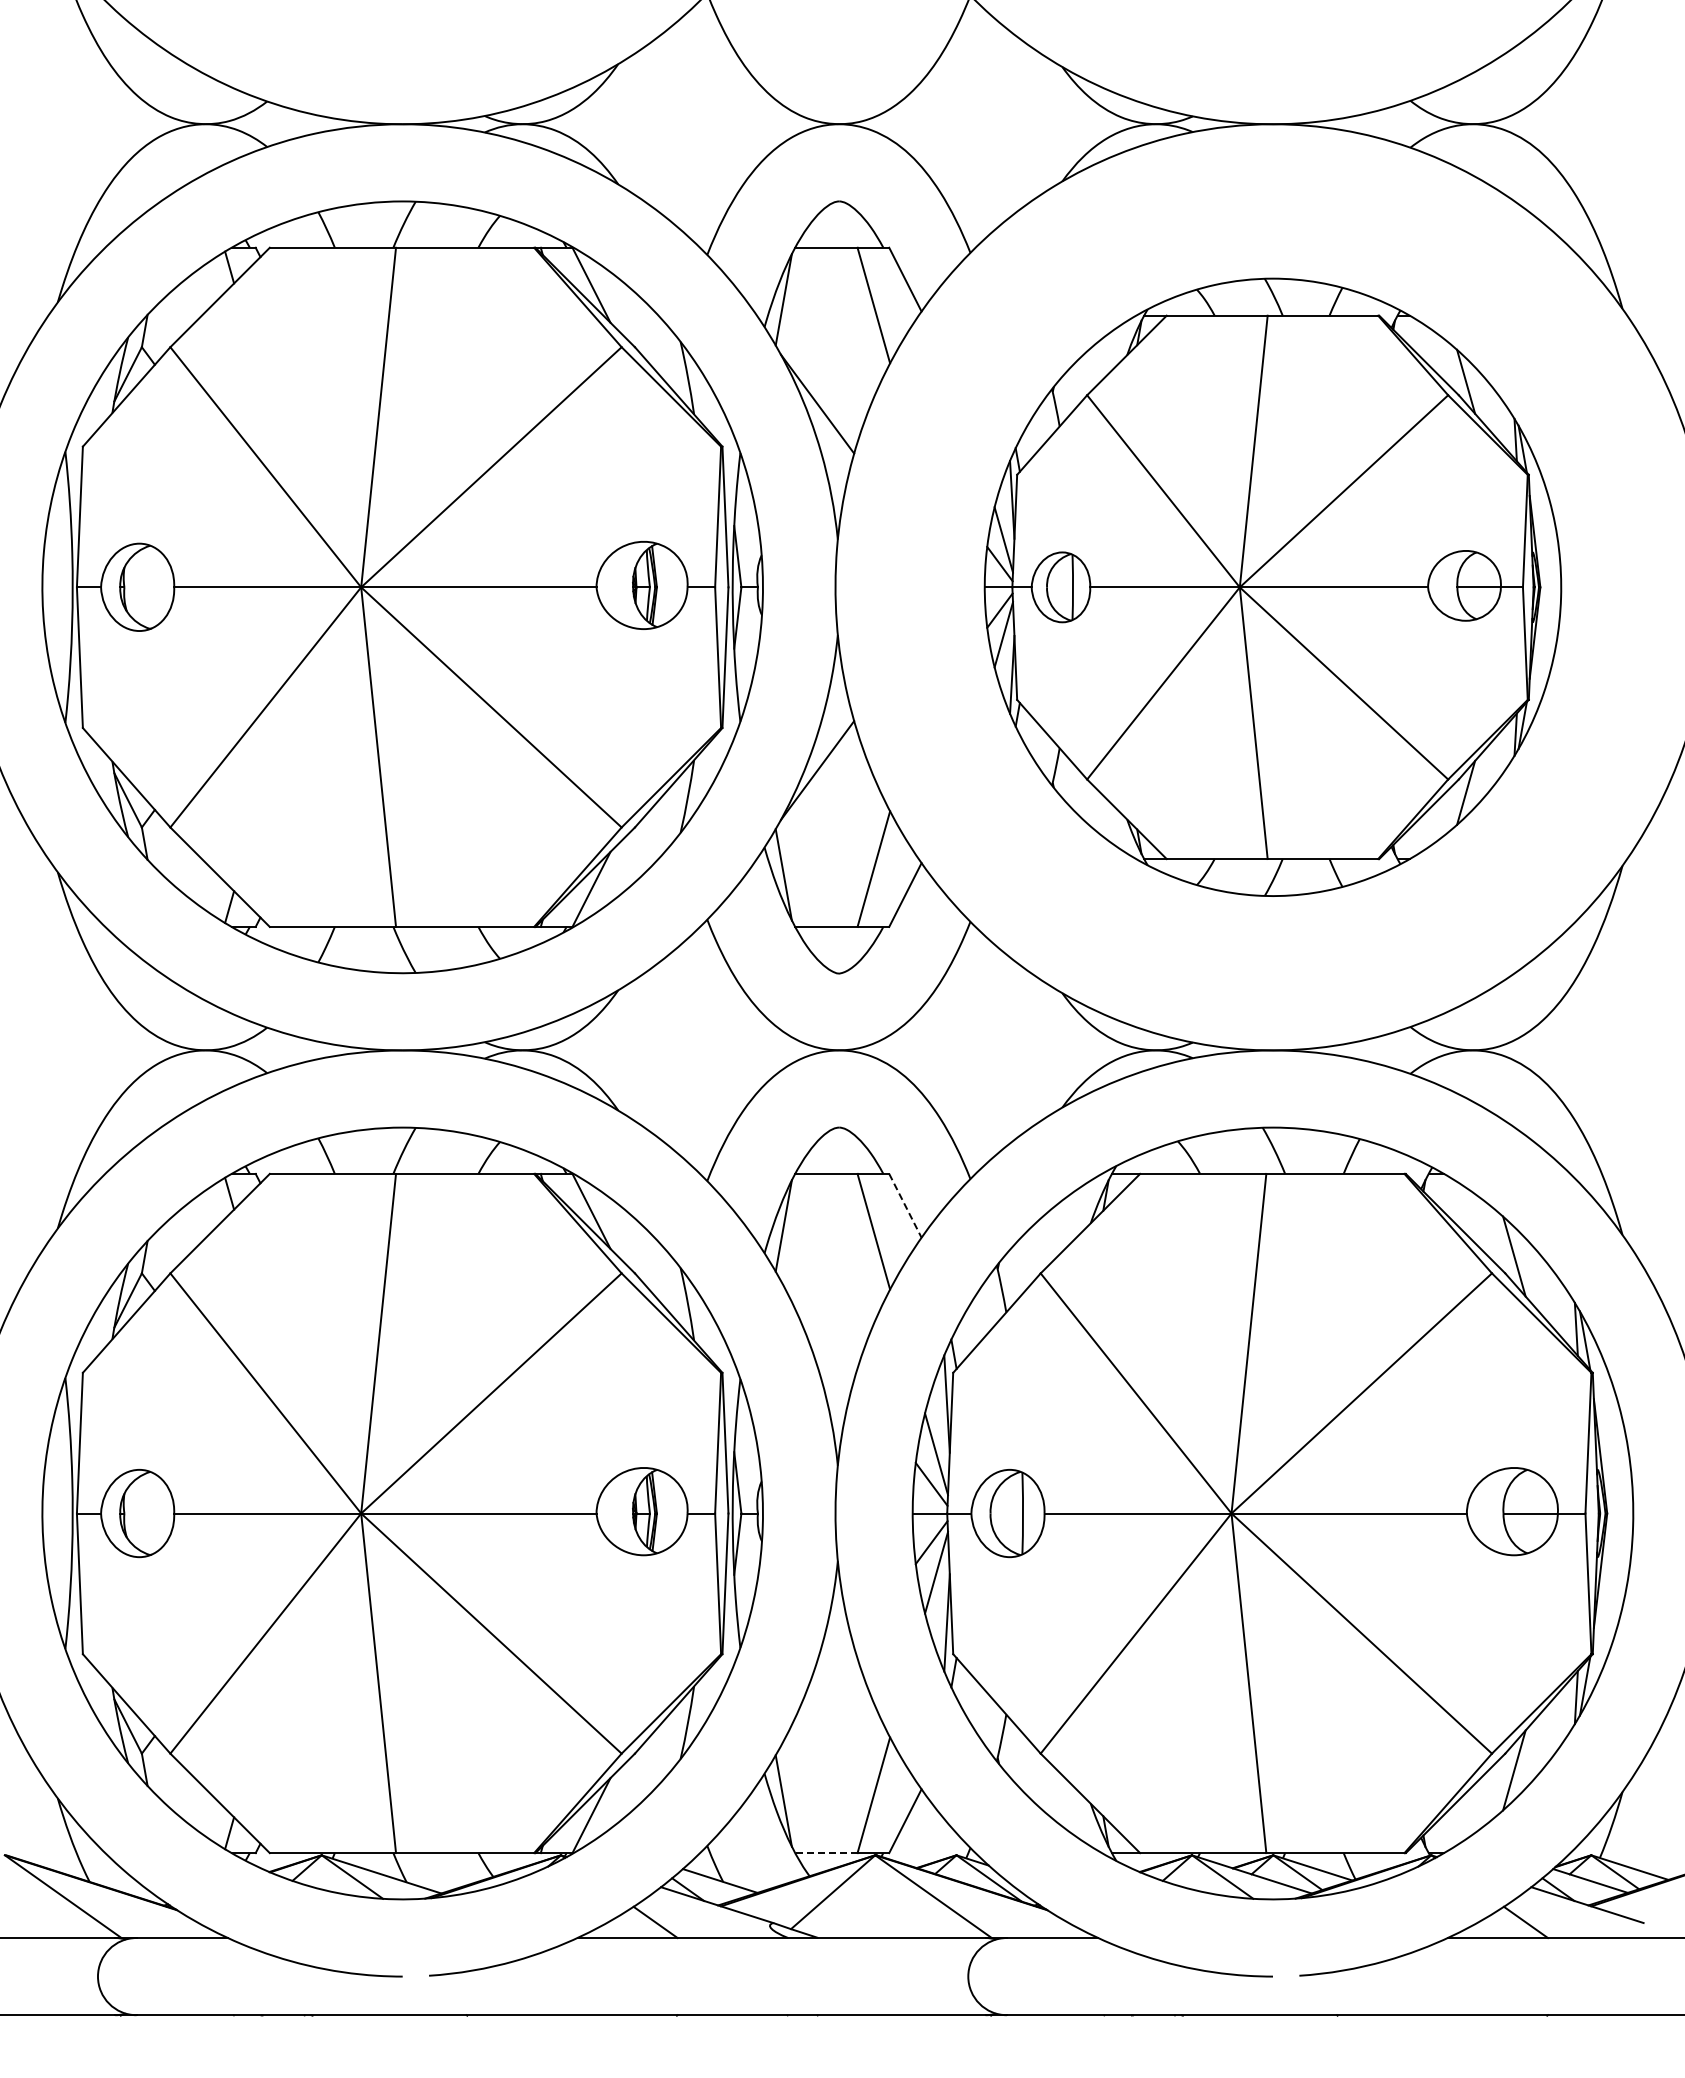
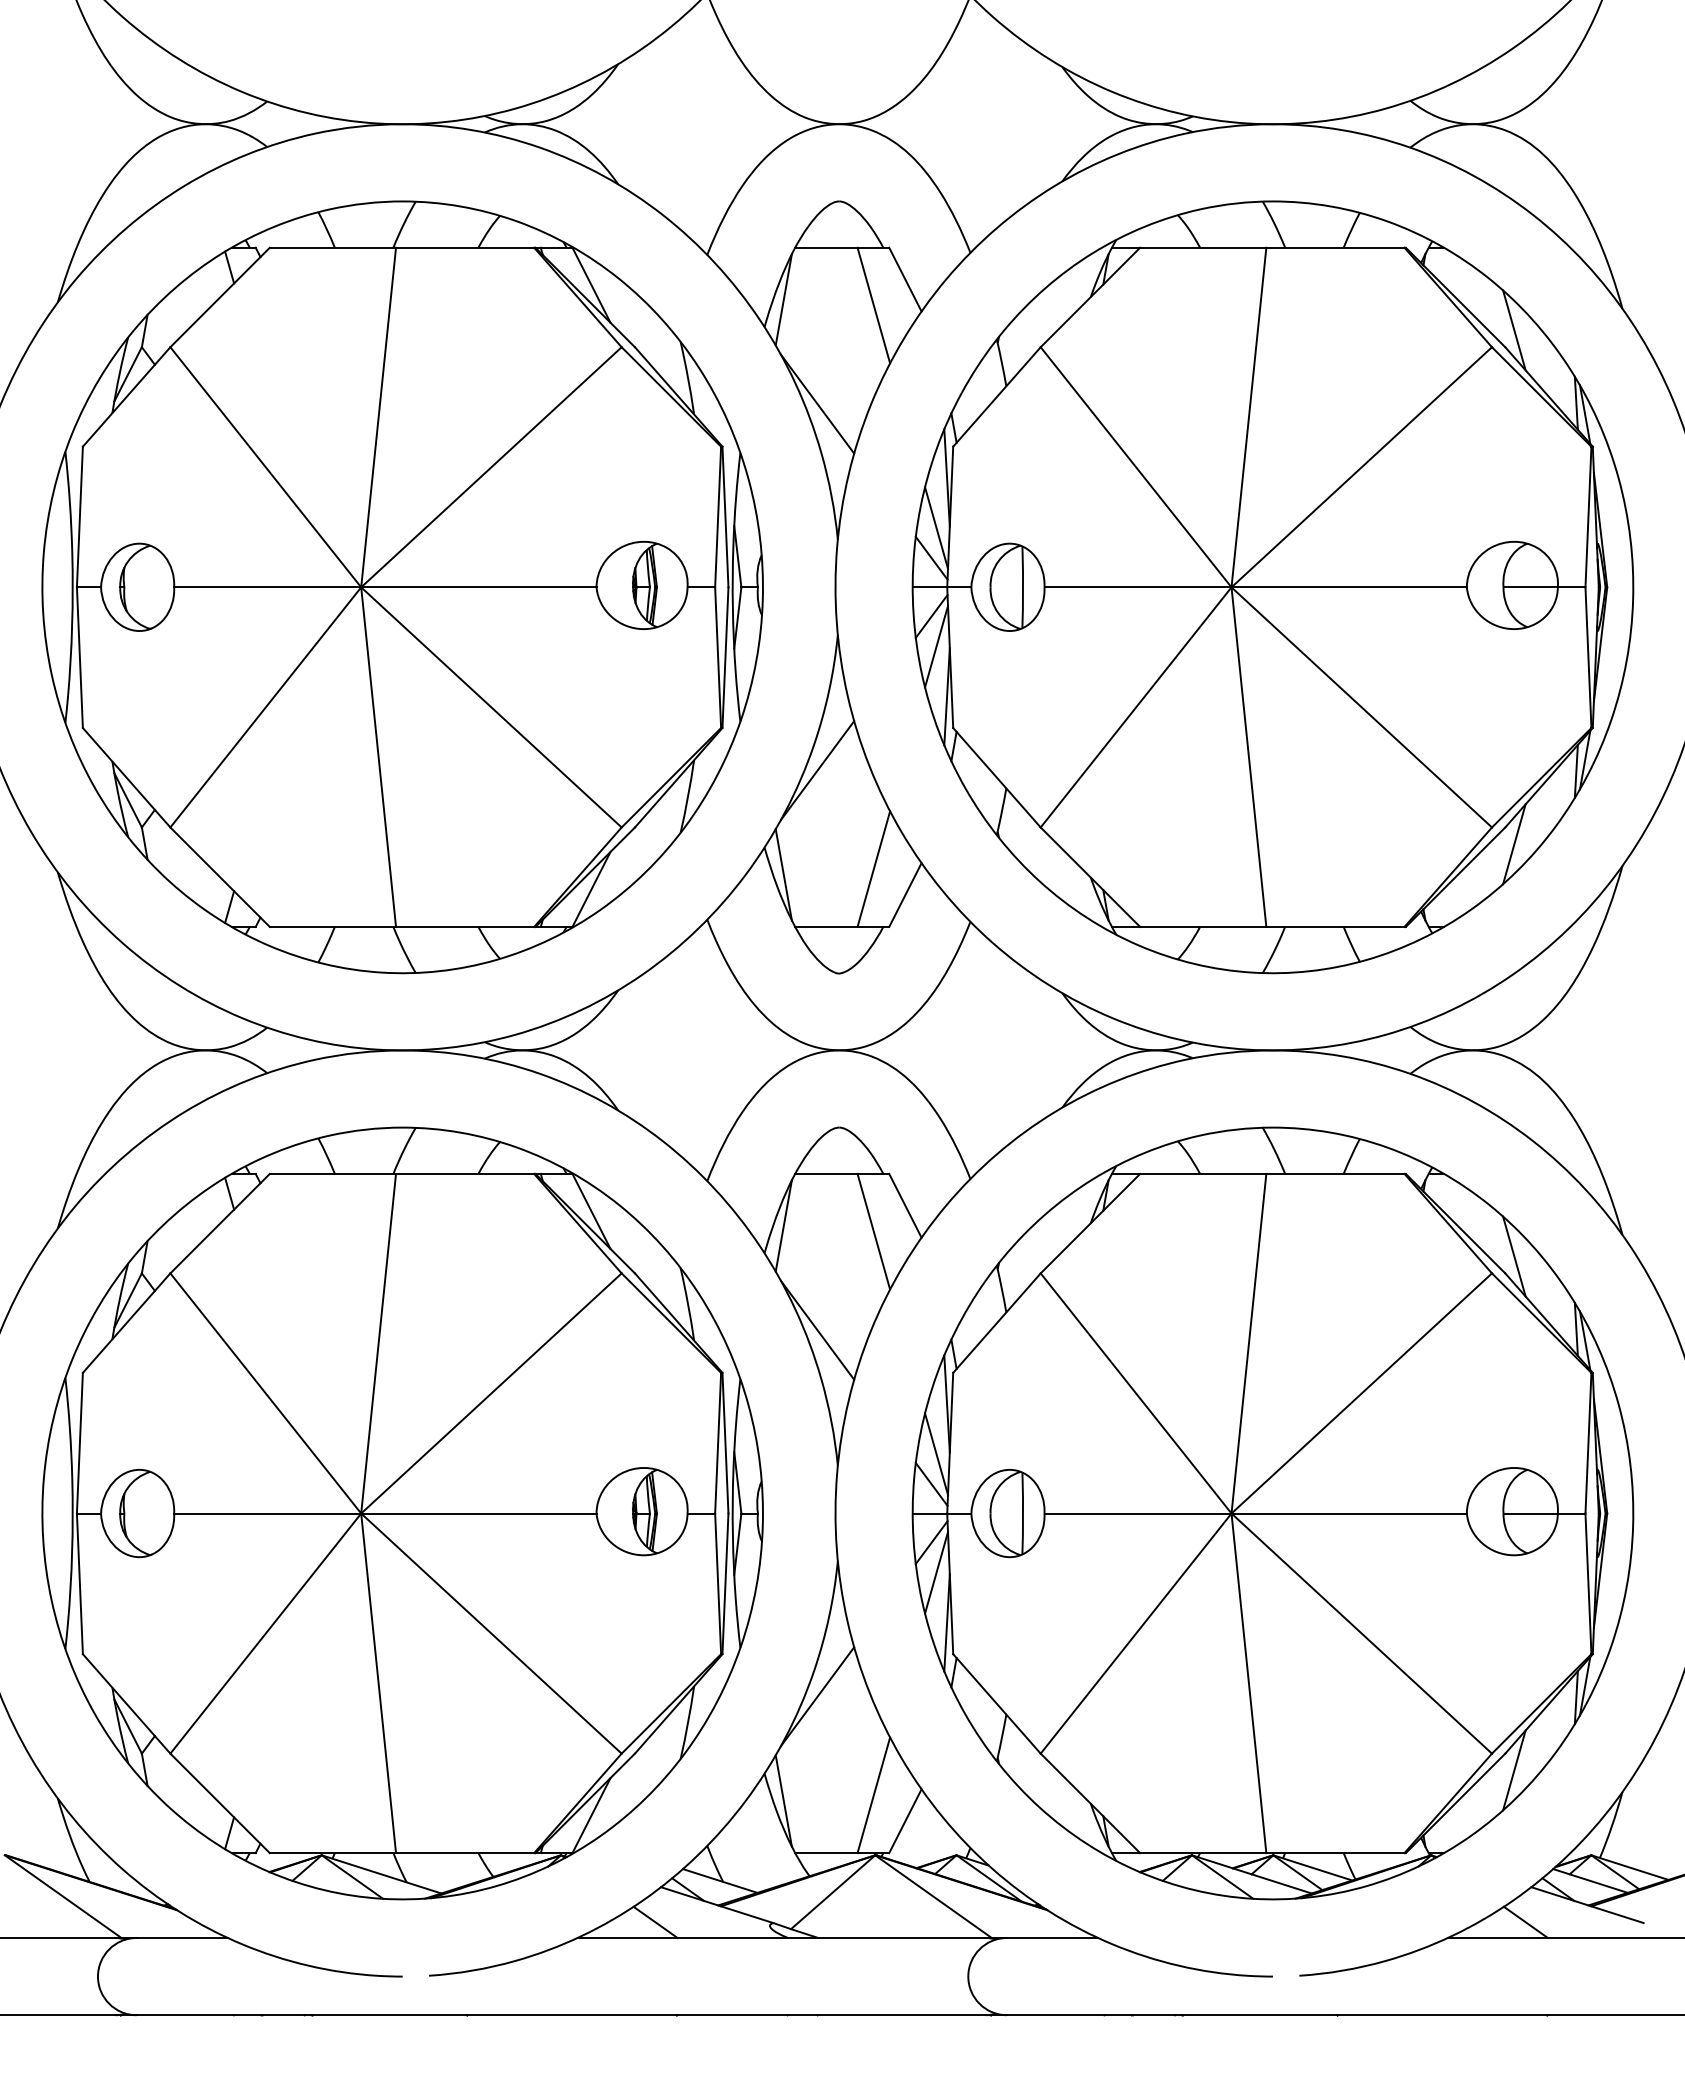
part at (1272, 586) size: 580x620 px -> 724x775 px
line at (905, 1205): dashed -> solid
line at (817, 1329): none -> present
line at (817, 1696): none -> present
line at (825, 1853): dashed -> solid
